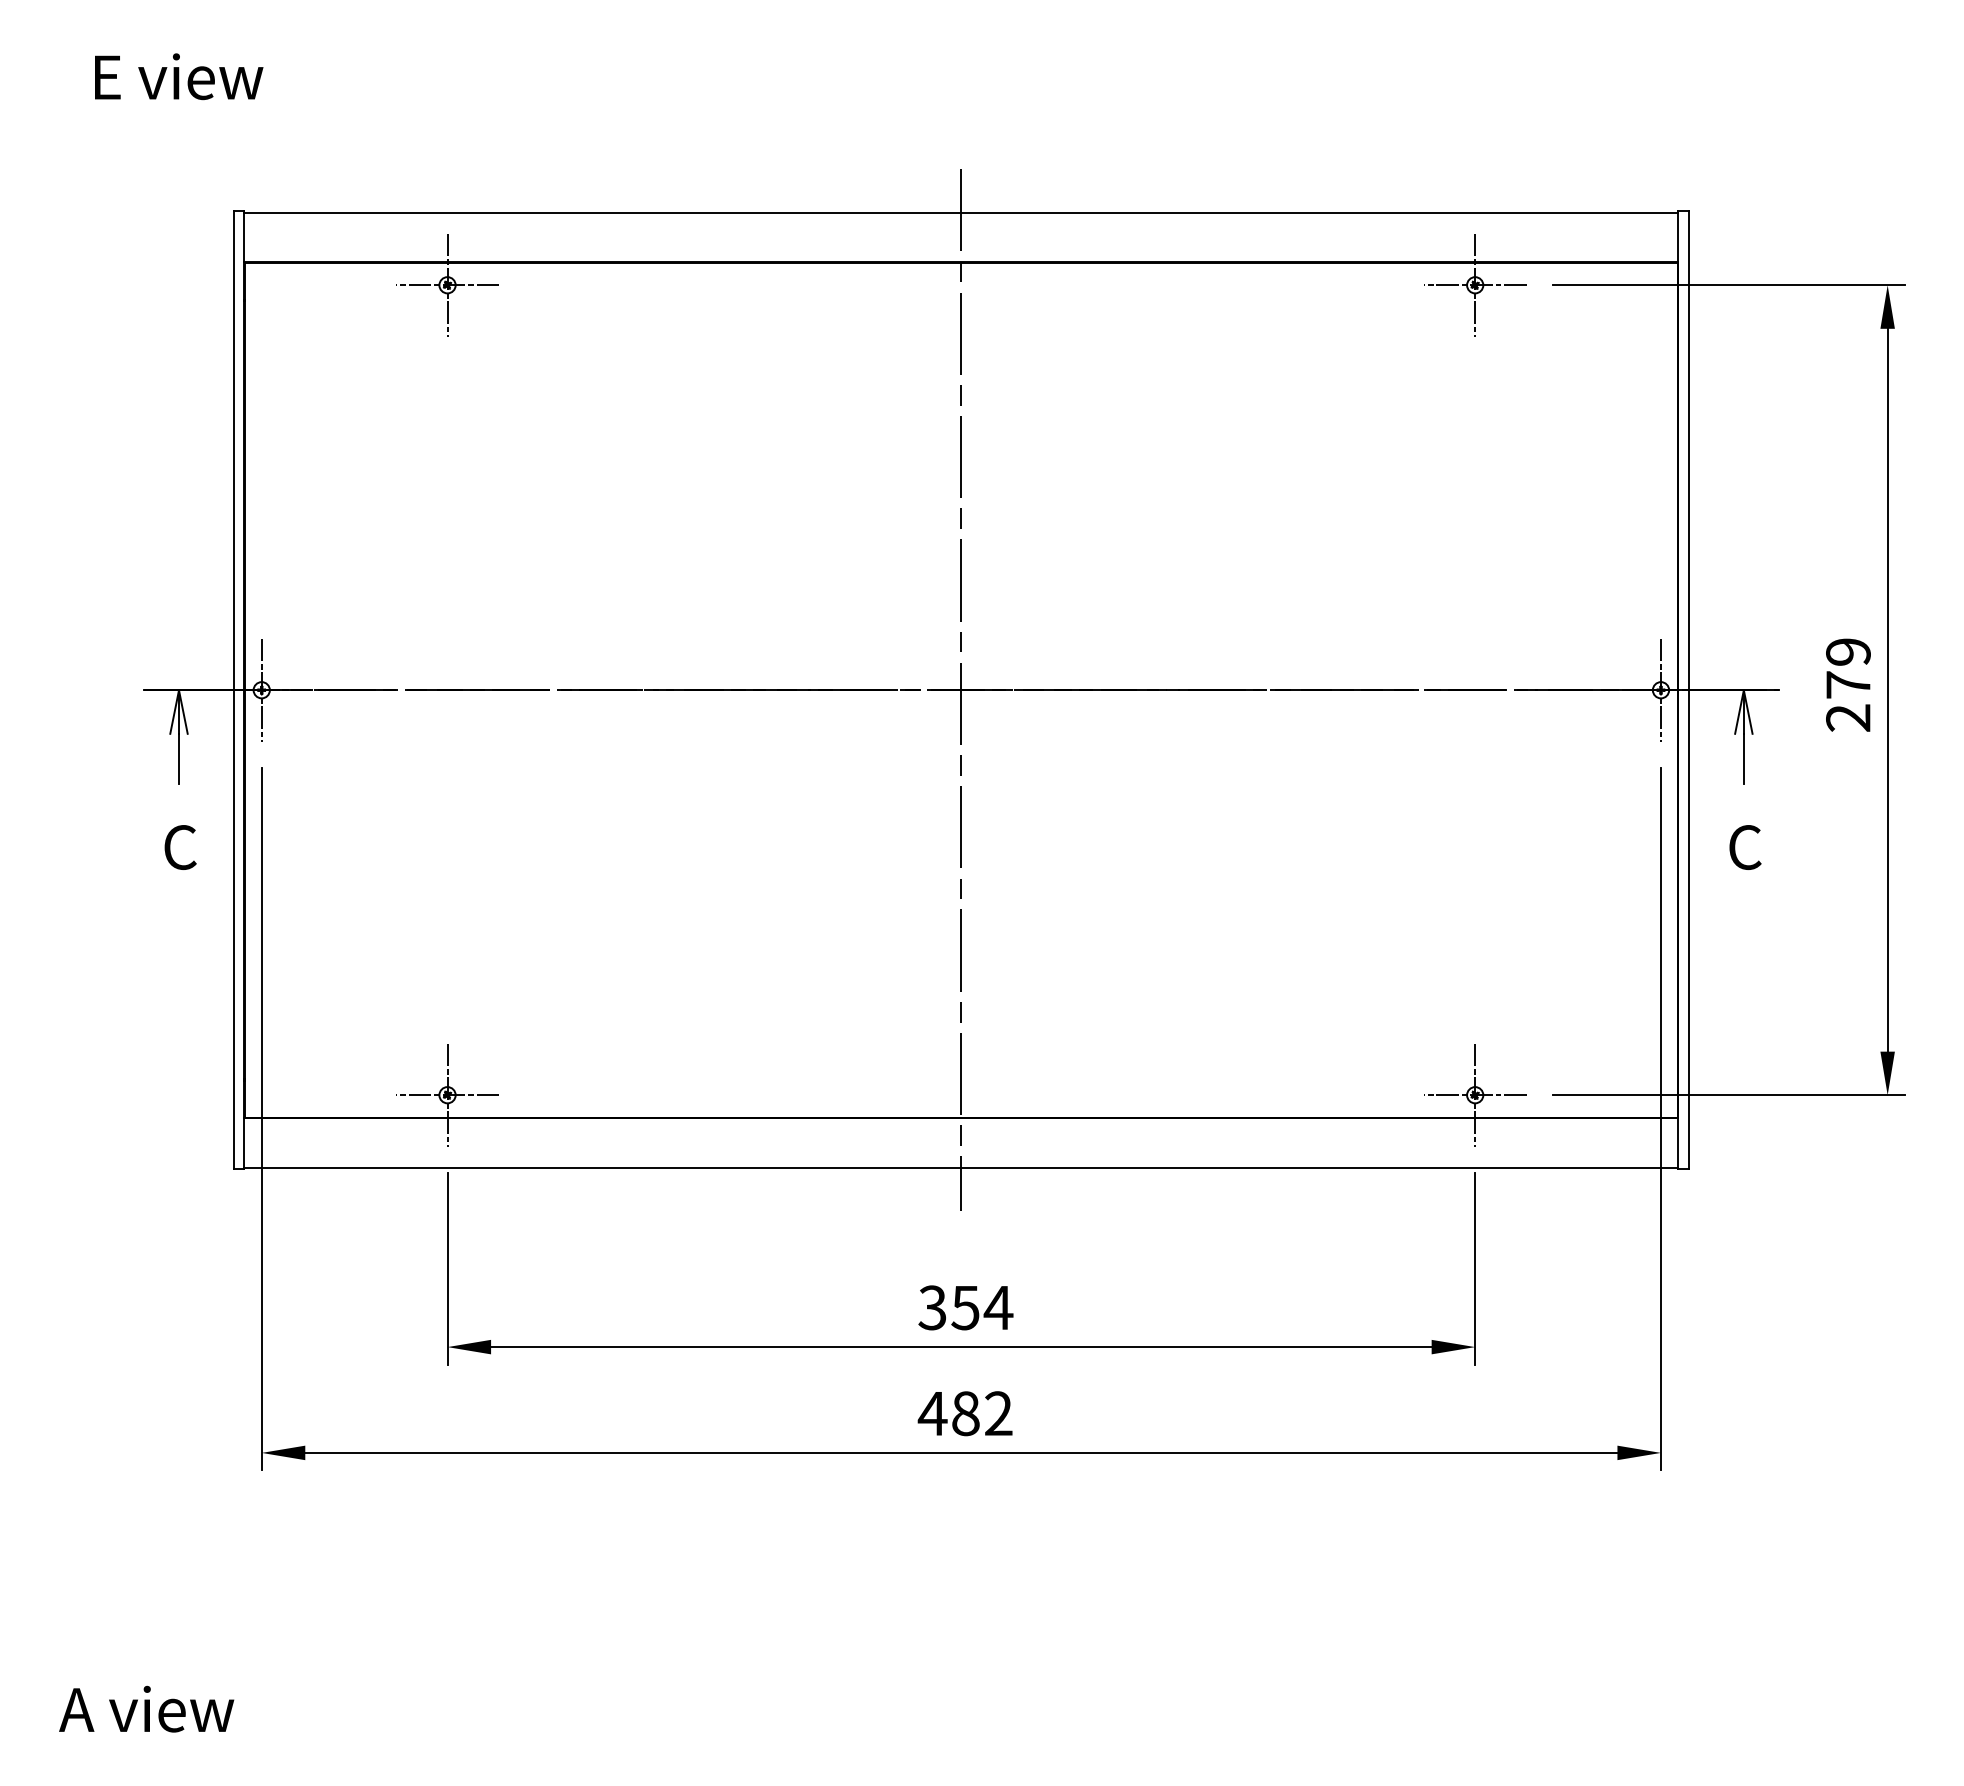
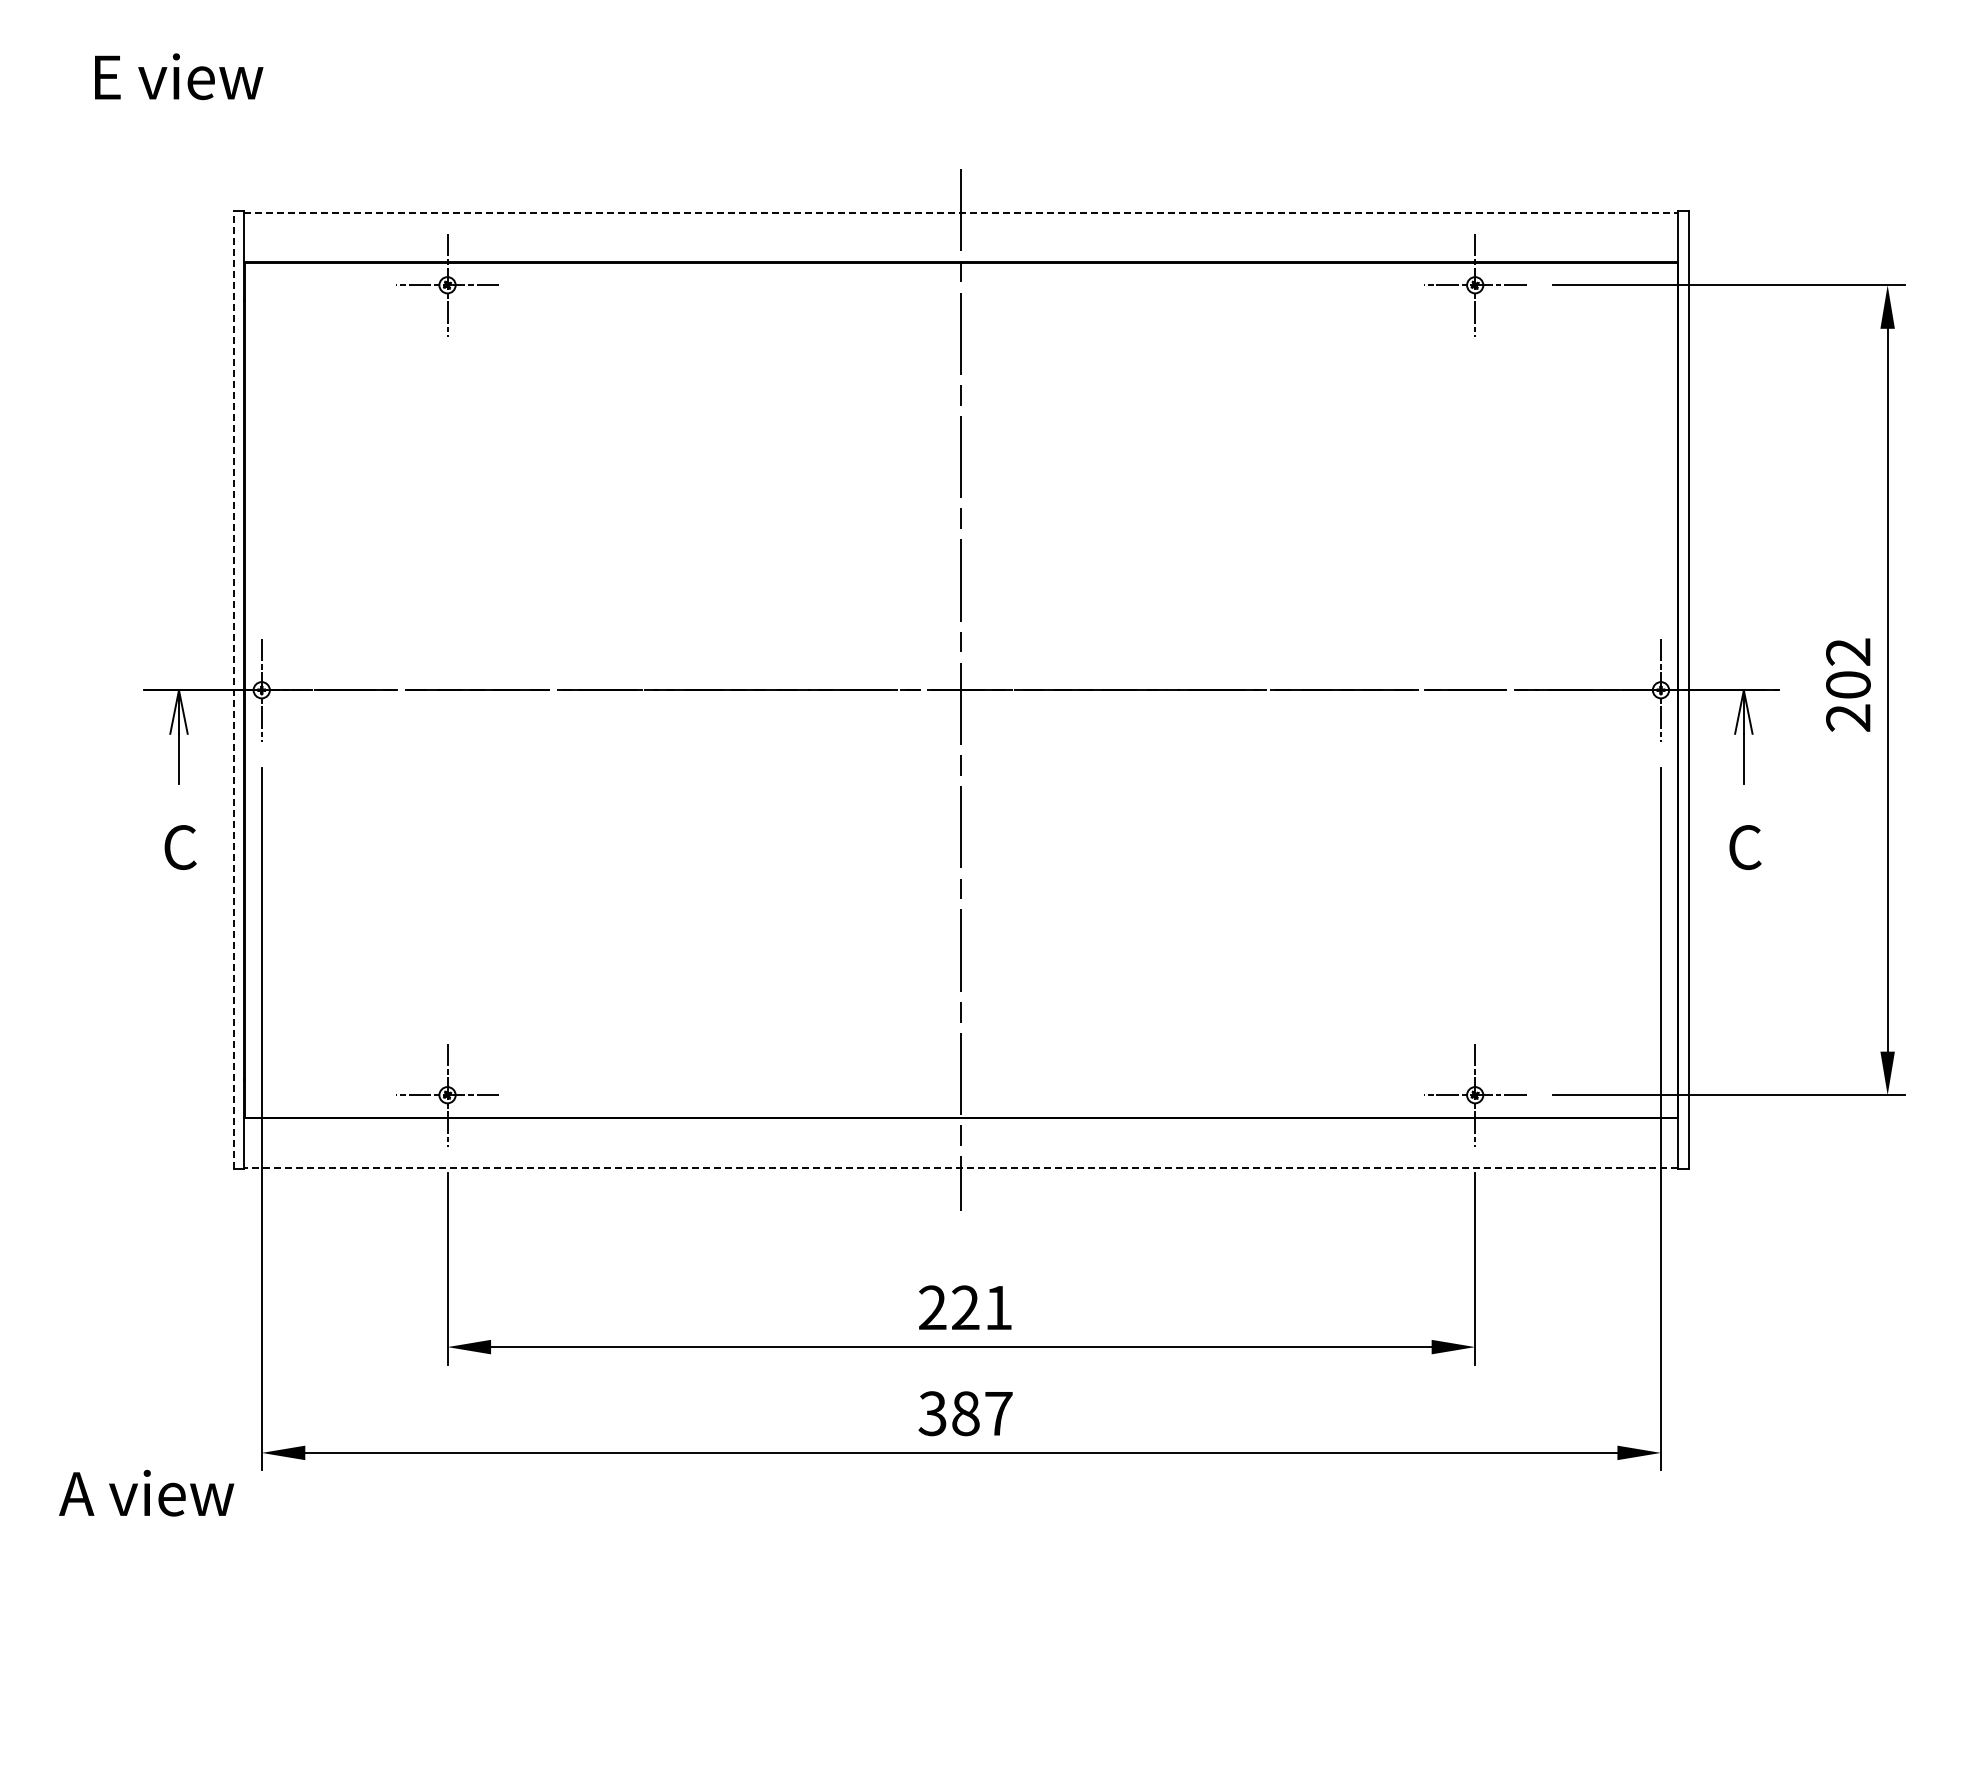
line at (961, 212): solid -> dashed
text at (1848, 668): 279 -> 202
line at (234, 690): solid -> dashed
line at (960, 1167): solid -> dashed
text at (965, 1307): 354 -> 221
text at (964, 1413): 482 -> 387
text at (146, 1708) position: (146, 1708) -> (146, 1492)
